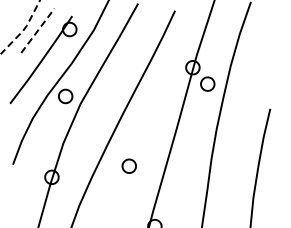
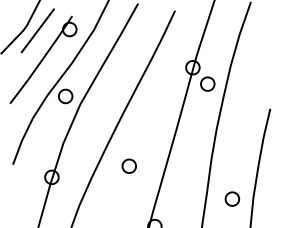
line at (23, 30): dashed -> solid
line at (37, 30): dashed -> solid
part at (232, 198): none -> present
